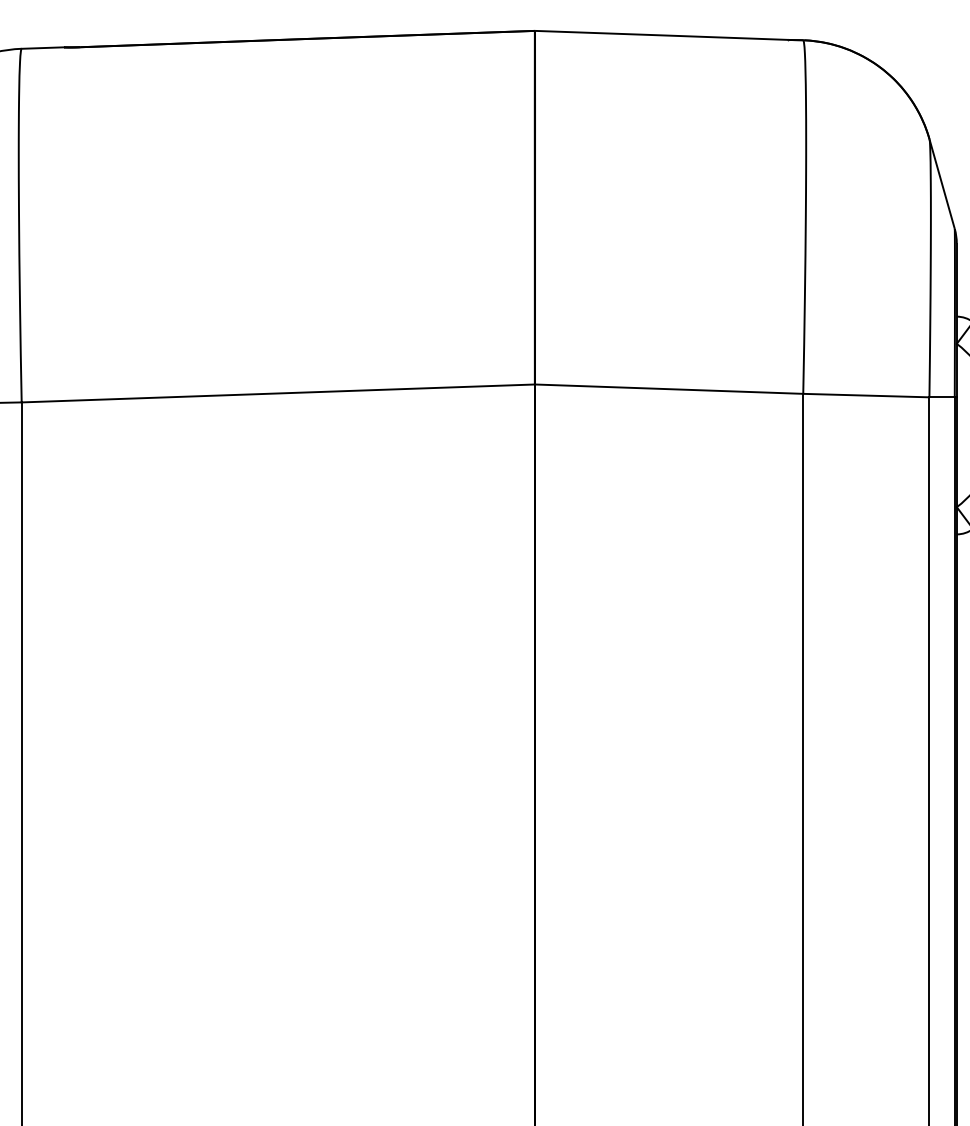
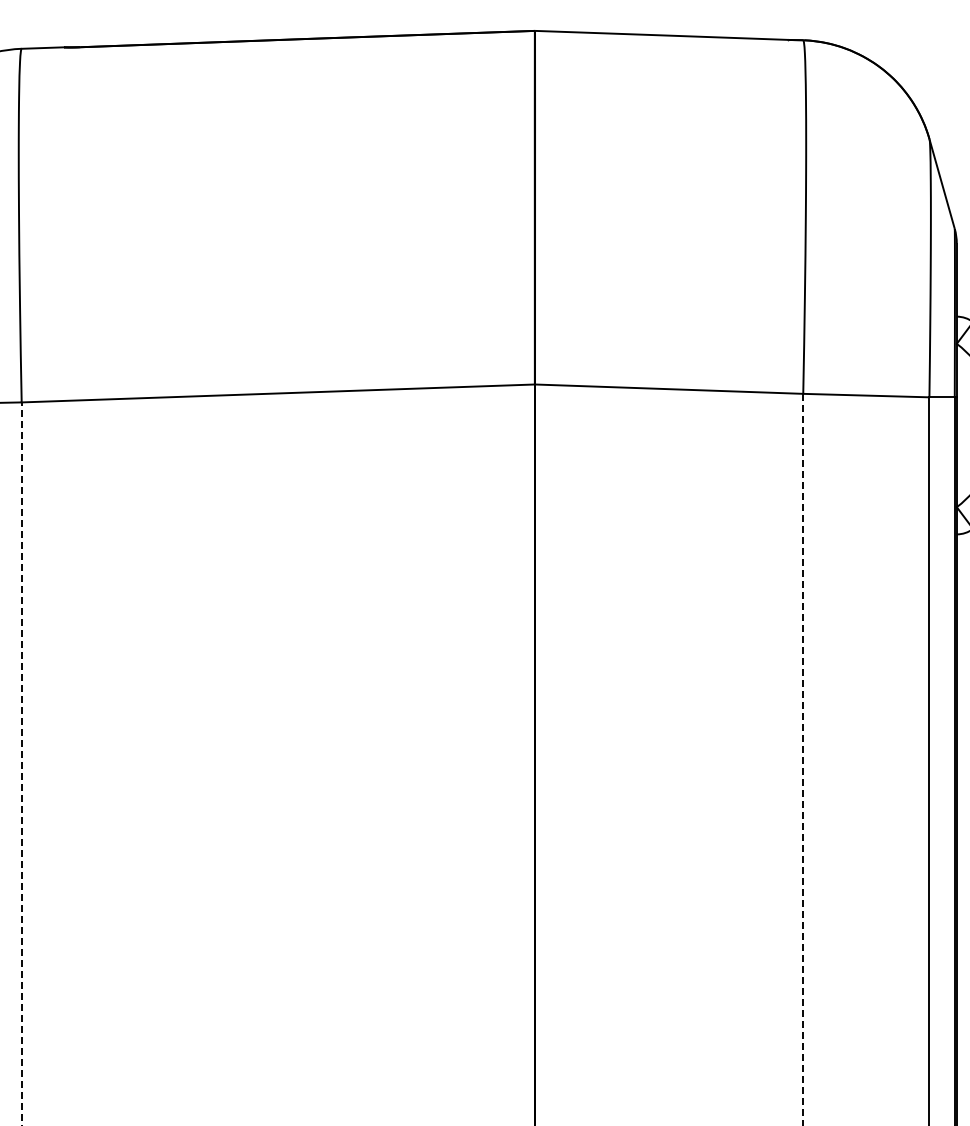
line at (803, 759): solid -> dashed
line at (21, 763): solid -> dashed
